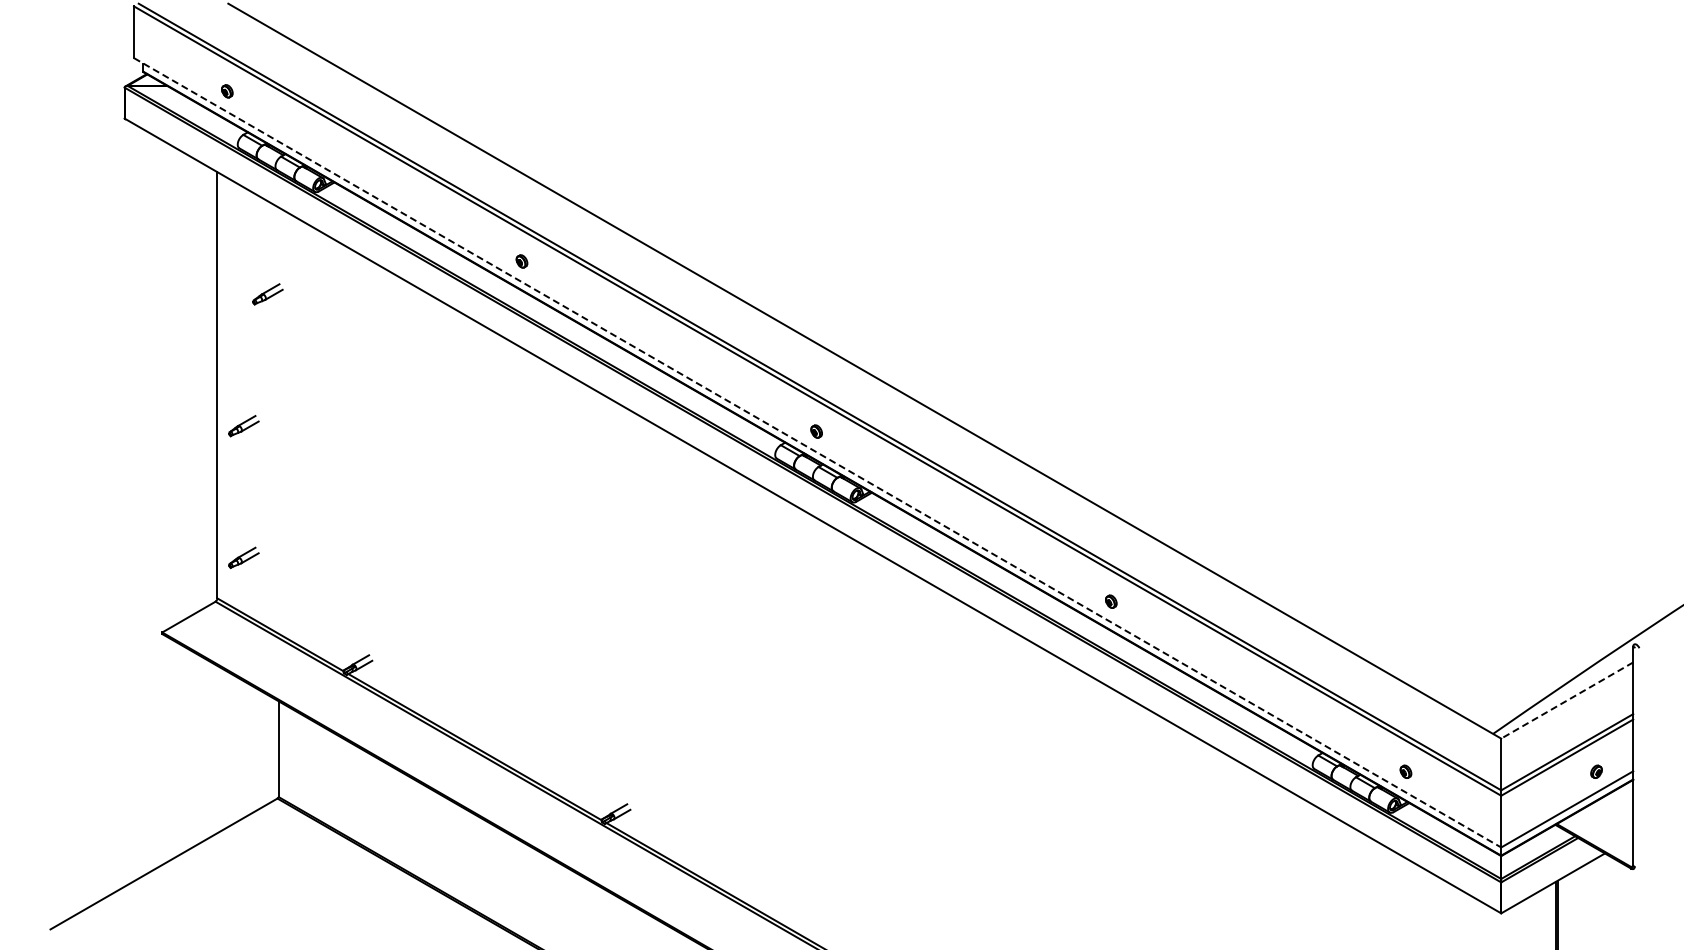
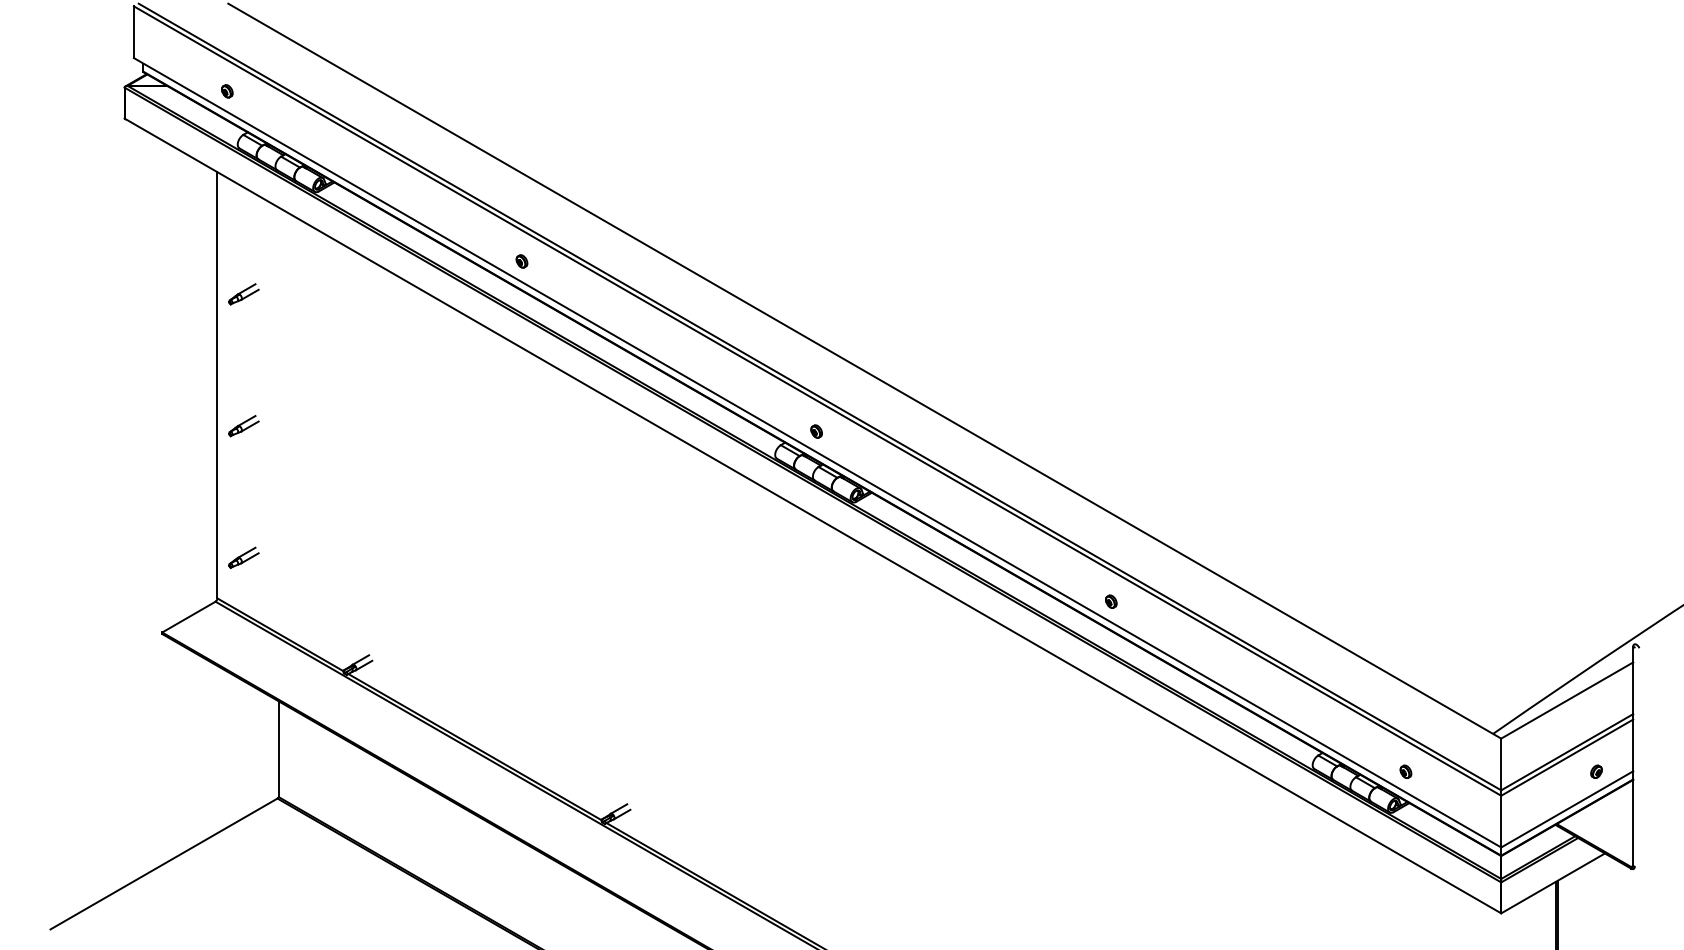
part at (267, 294) position: (267, 294) -> (243, 294)
line at (818, 453): dashed -> solid
line at (1566, 700): dashed -> solid
